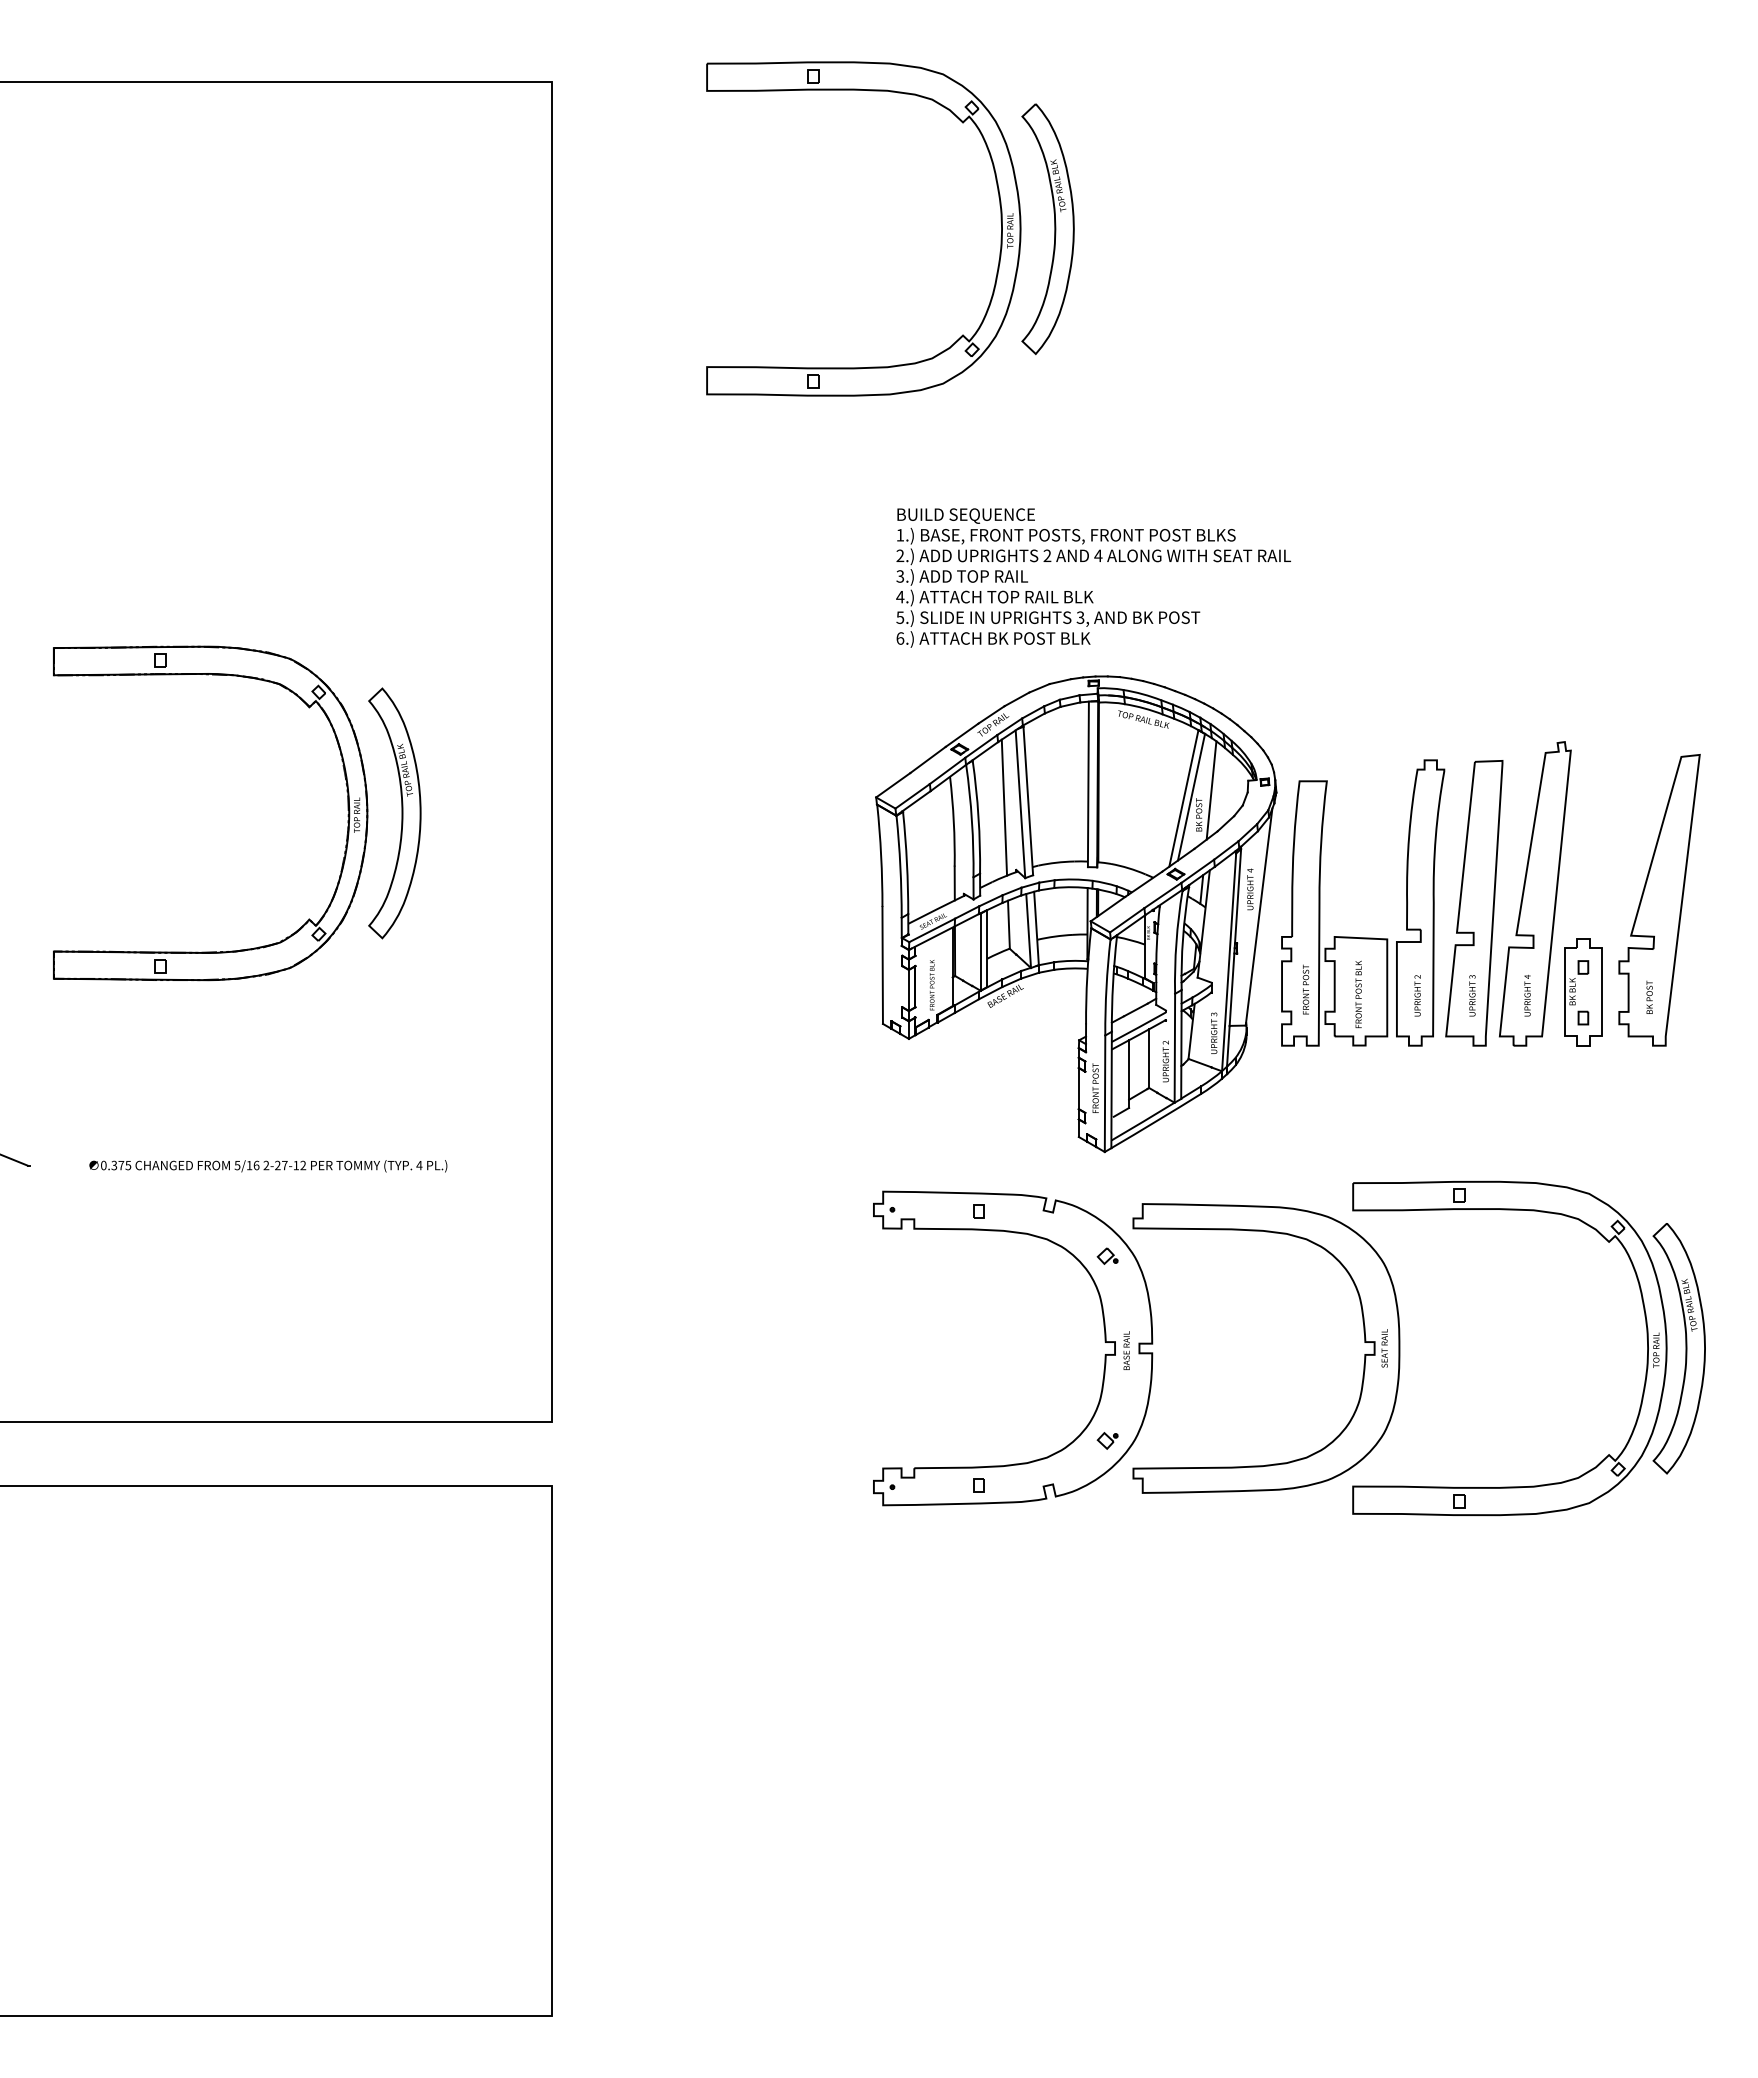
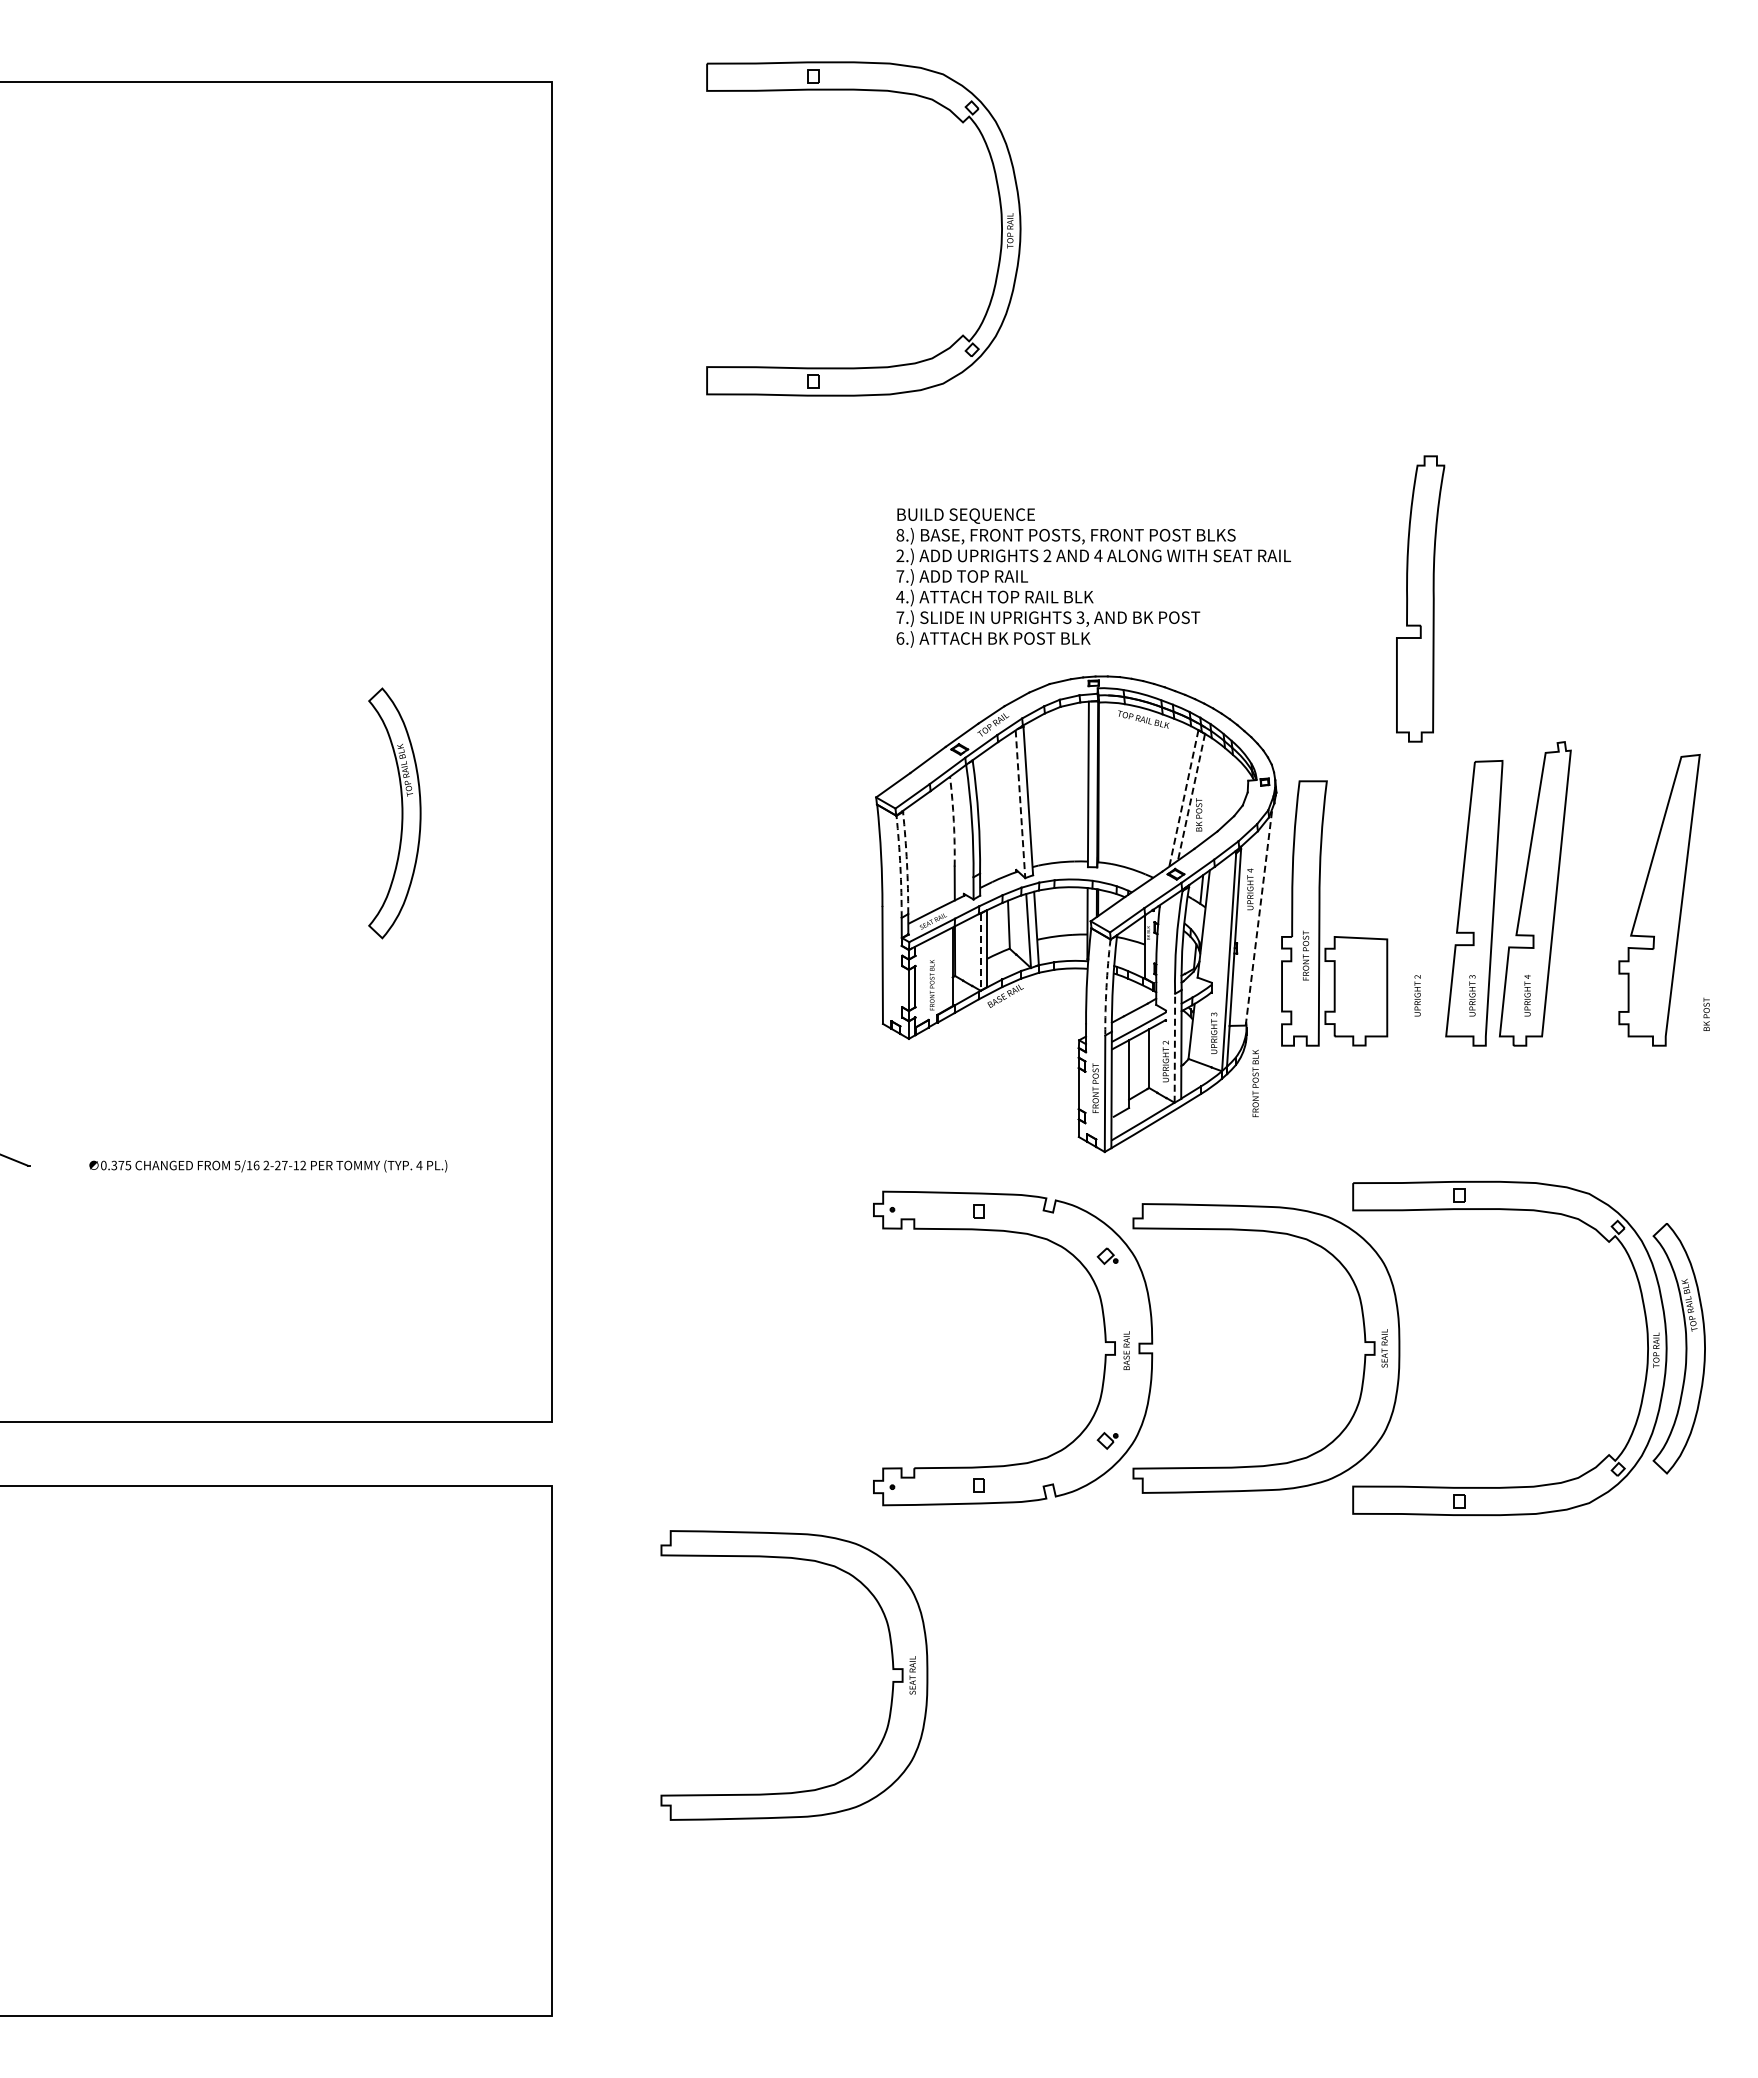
part at (1054, 229): present -> none
text at (900, 535): 1.) -> 8.)
text at (900, 576): 3.) -> 7.)
text at (900, 617): 5.) -> 7.)
line at (1211, 790): present -> none
line at (1191, 797): solid -> dashed
line at (1183, 798): solid -> dashed
line at (1020, 804): solid -> dashed
line at (1004, 807): present -> none
part at (347, 814): present -> none
arc at (953, 821): solid -> dashed
arc at (906, 863): solid -> dashed
arc at (900, 866): solid -> dashed
part at (1420, 902) position: (1420, 902) -> (1420, 598)
line at (1259, 916): solid -> dashed
line at (980, 952): solid -> dashed
arc at (1106, 987): solid -> dashed
text at (1305, 989) position: (1305, 989) -> (1305, 955)
part at (1583, 992): present -> none
text at (1358, 994) position: (1358, 994) -> (1255, 1083)
text at (1649, 996) position: (1649, 996) -> (1706, 1013)
line at (1174, 1047): solid -> dashed
part at (892, 1669): none -> present
